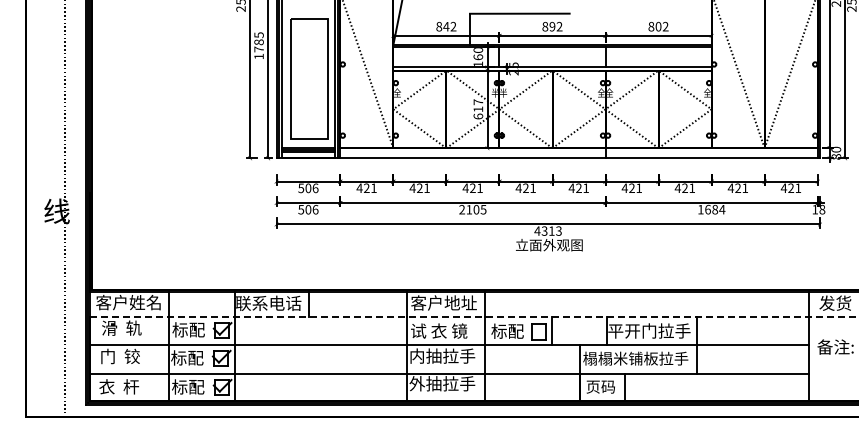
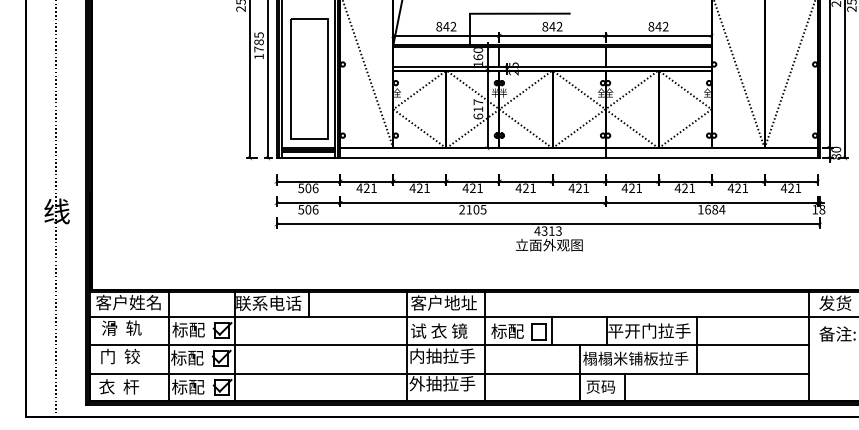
text at (552, 26): 892 -> 842
text at (658, 26): 802 -> 842
line at (64, 209) position: (64, 209) -> (55, 209)
line at (474, 317): dashed -> solid
text at (835, 346) position: (835, 346) -> (837, 333)
